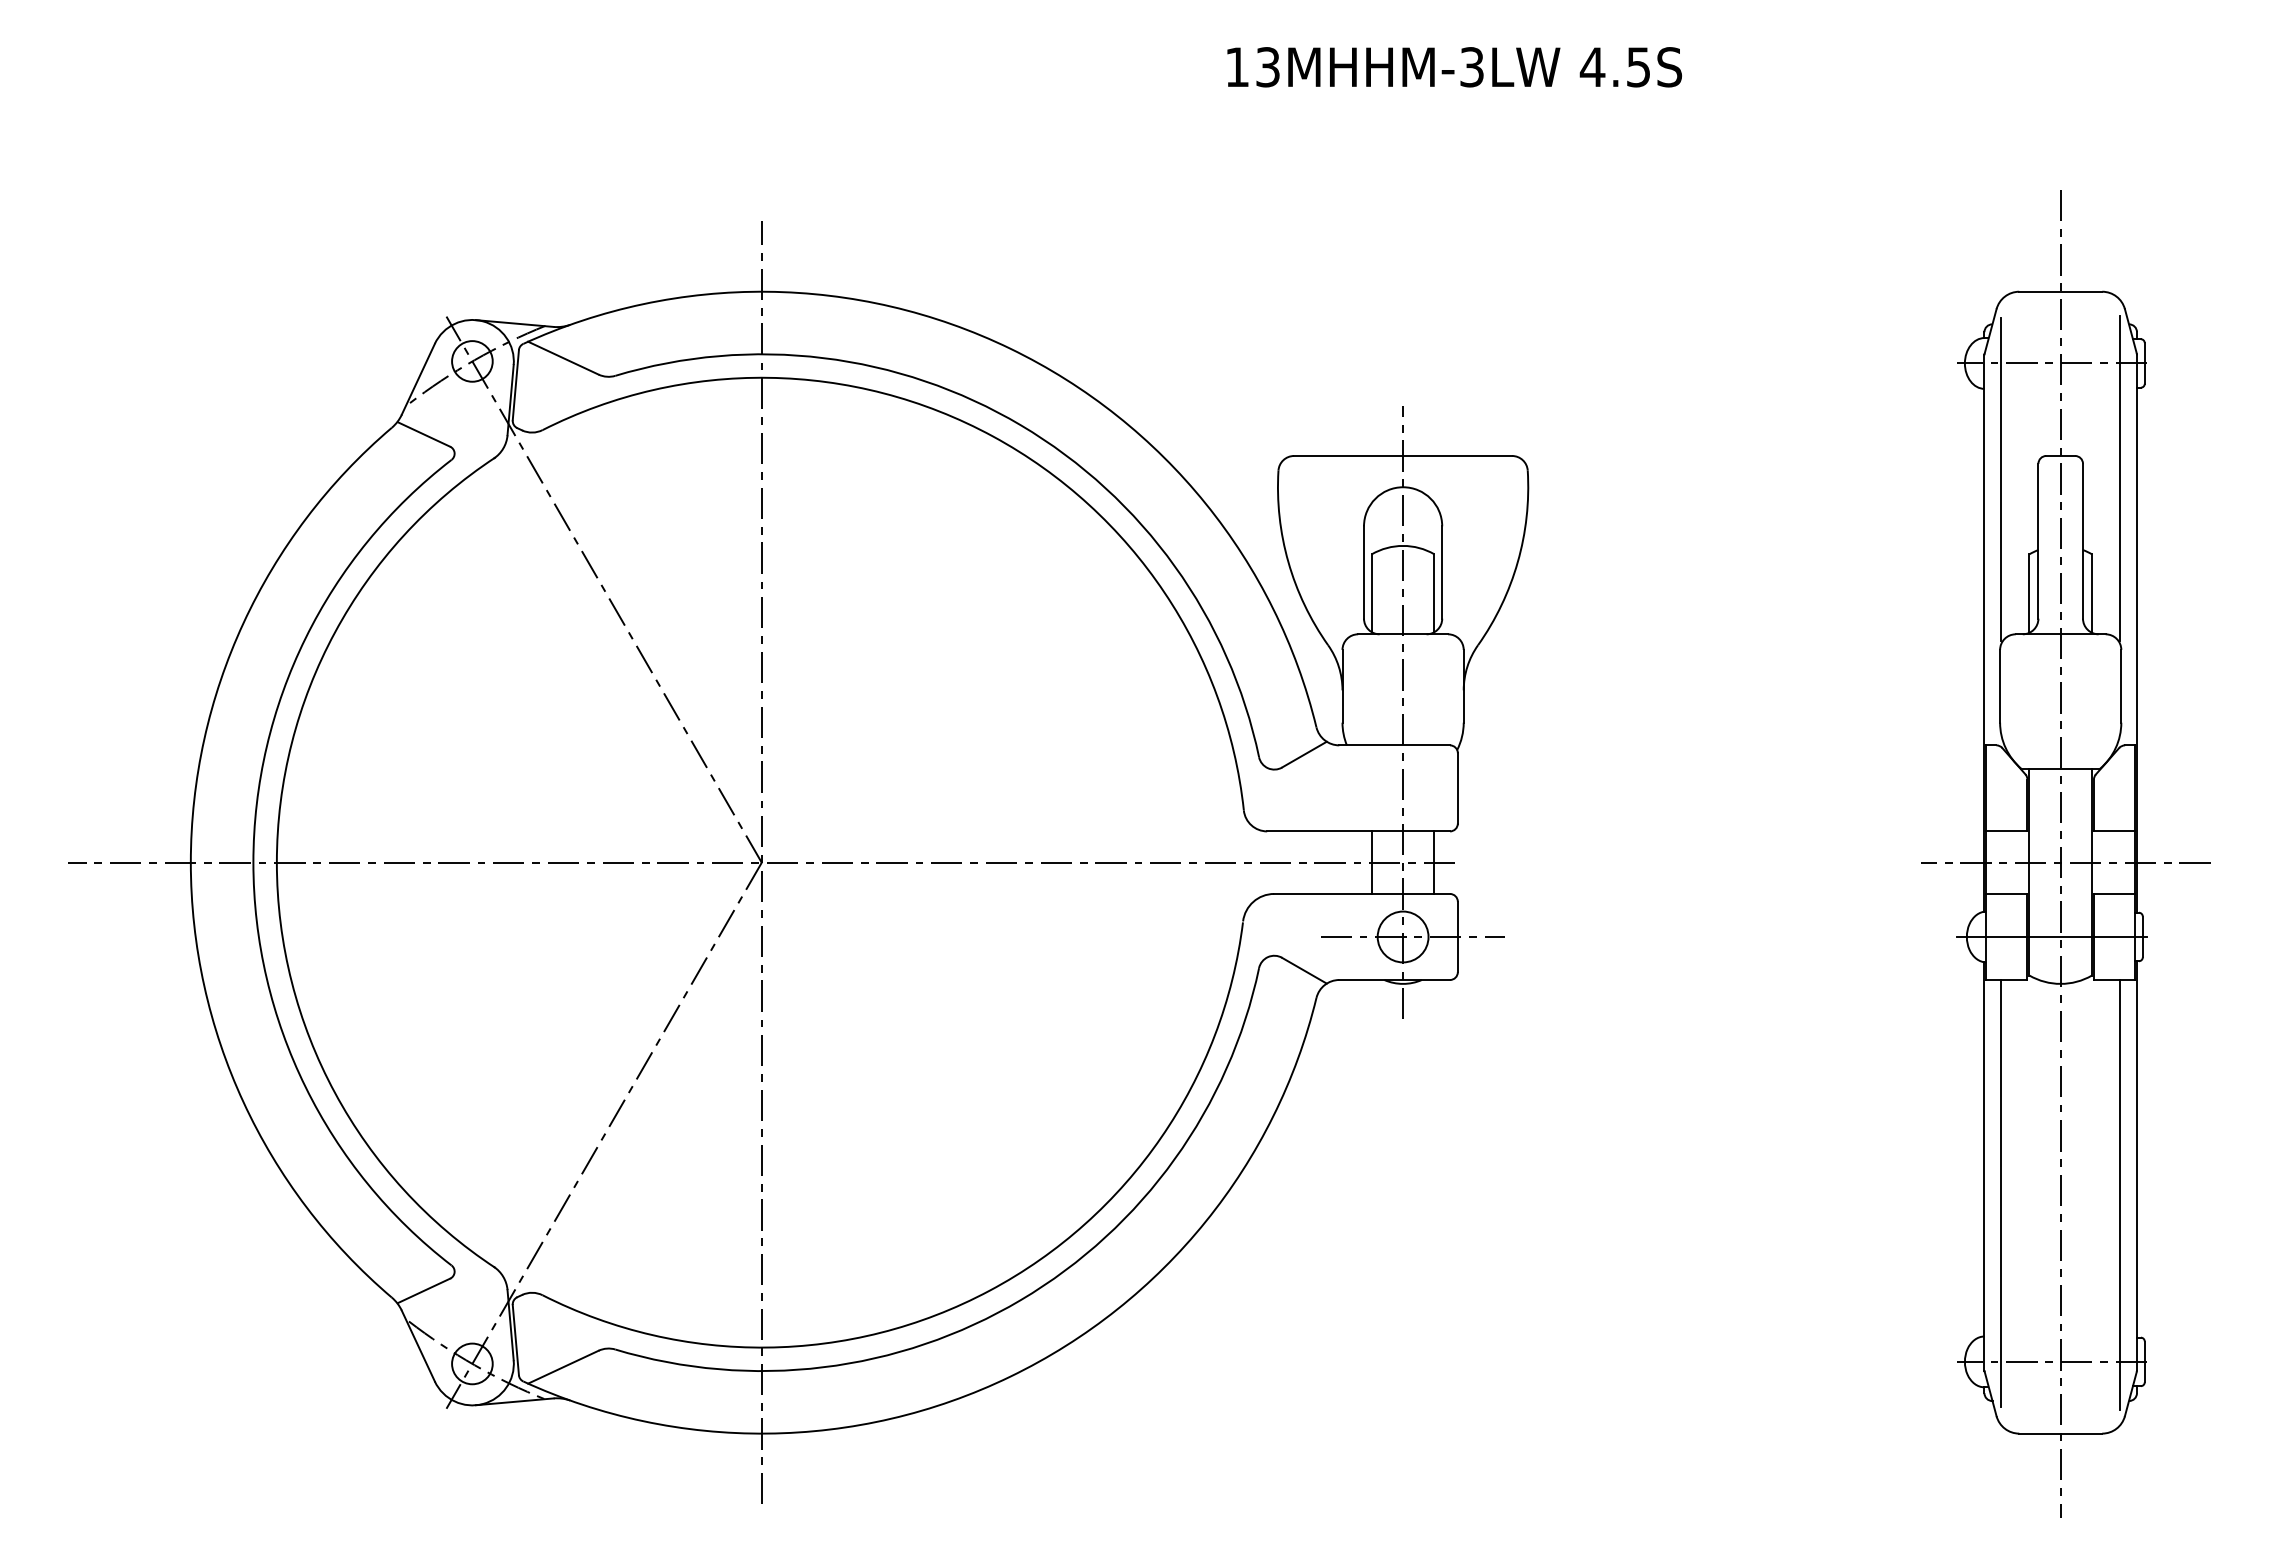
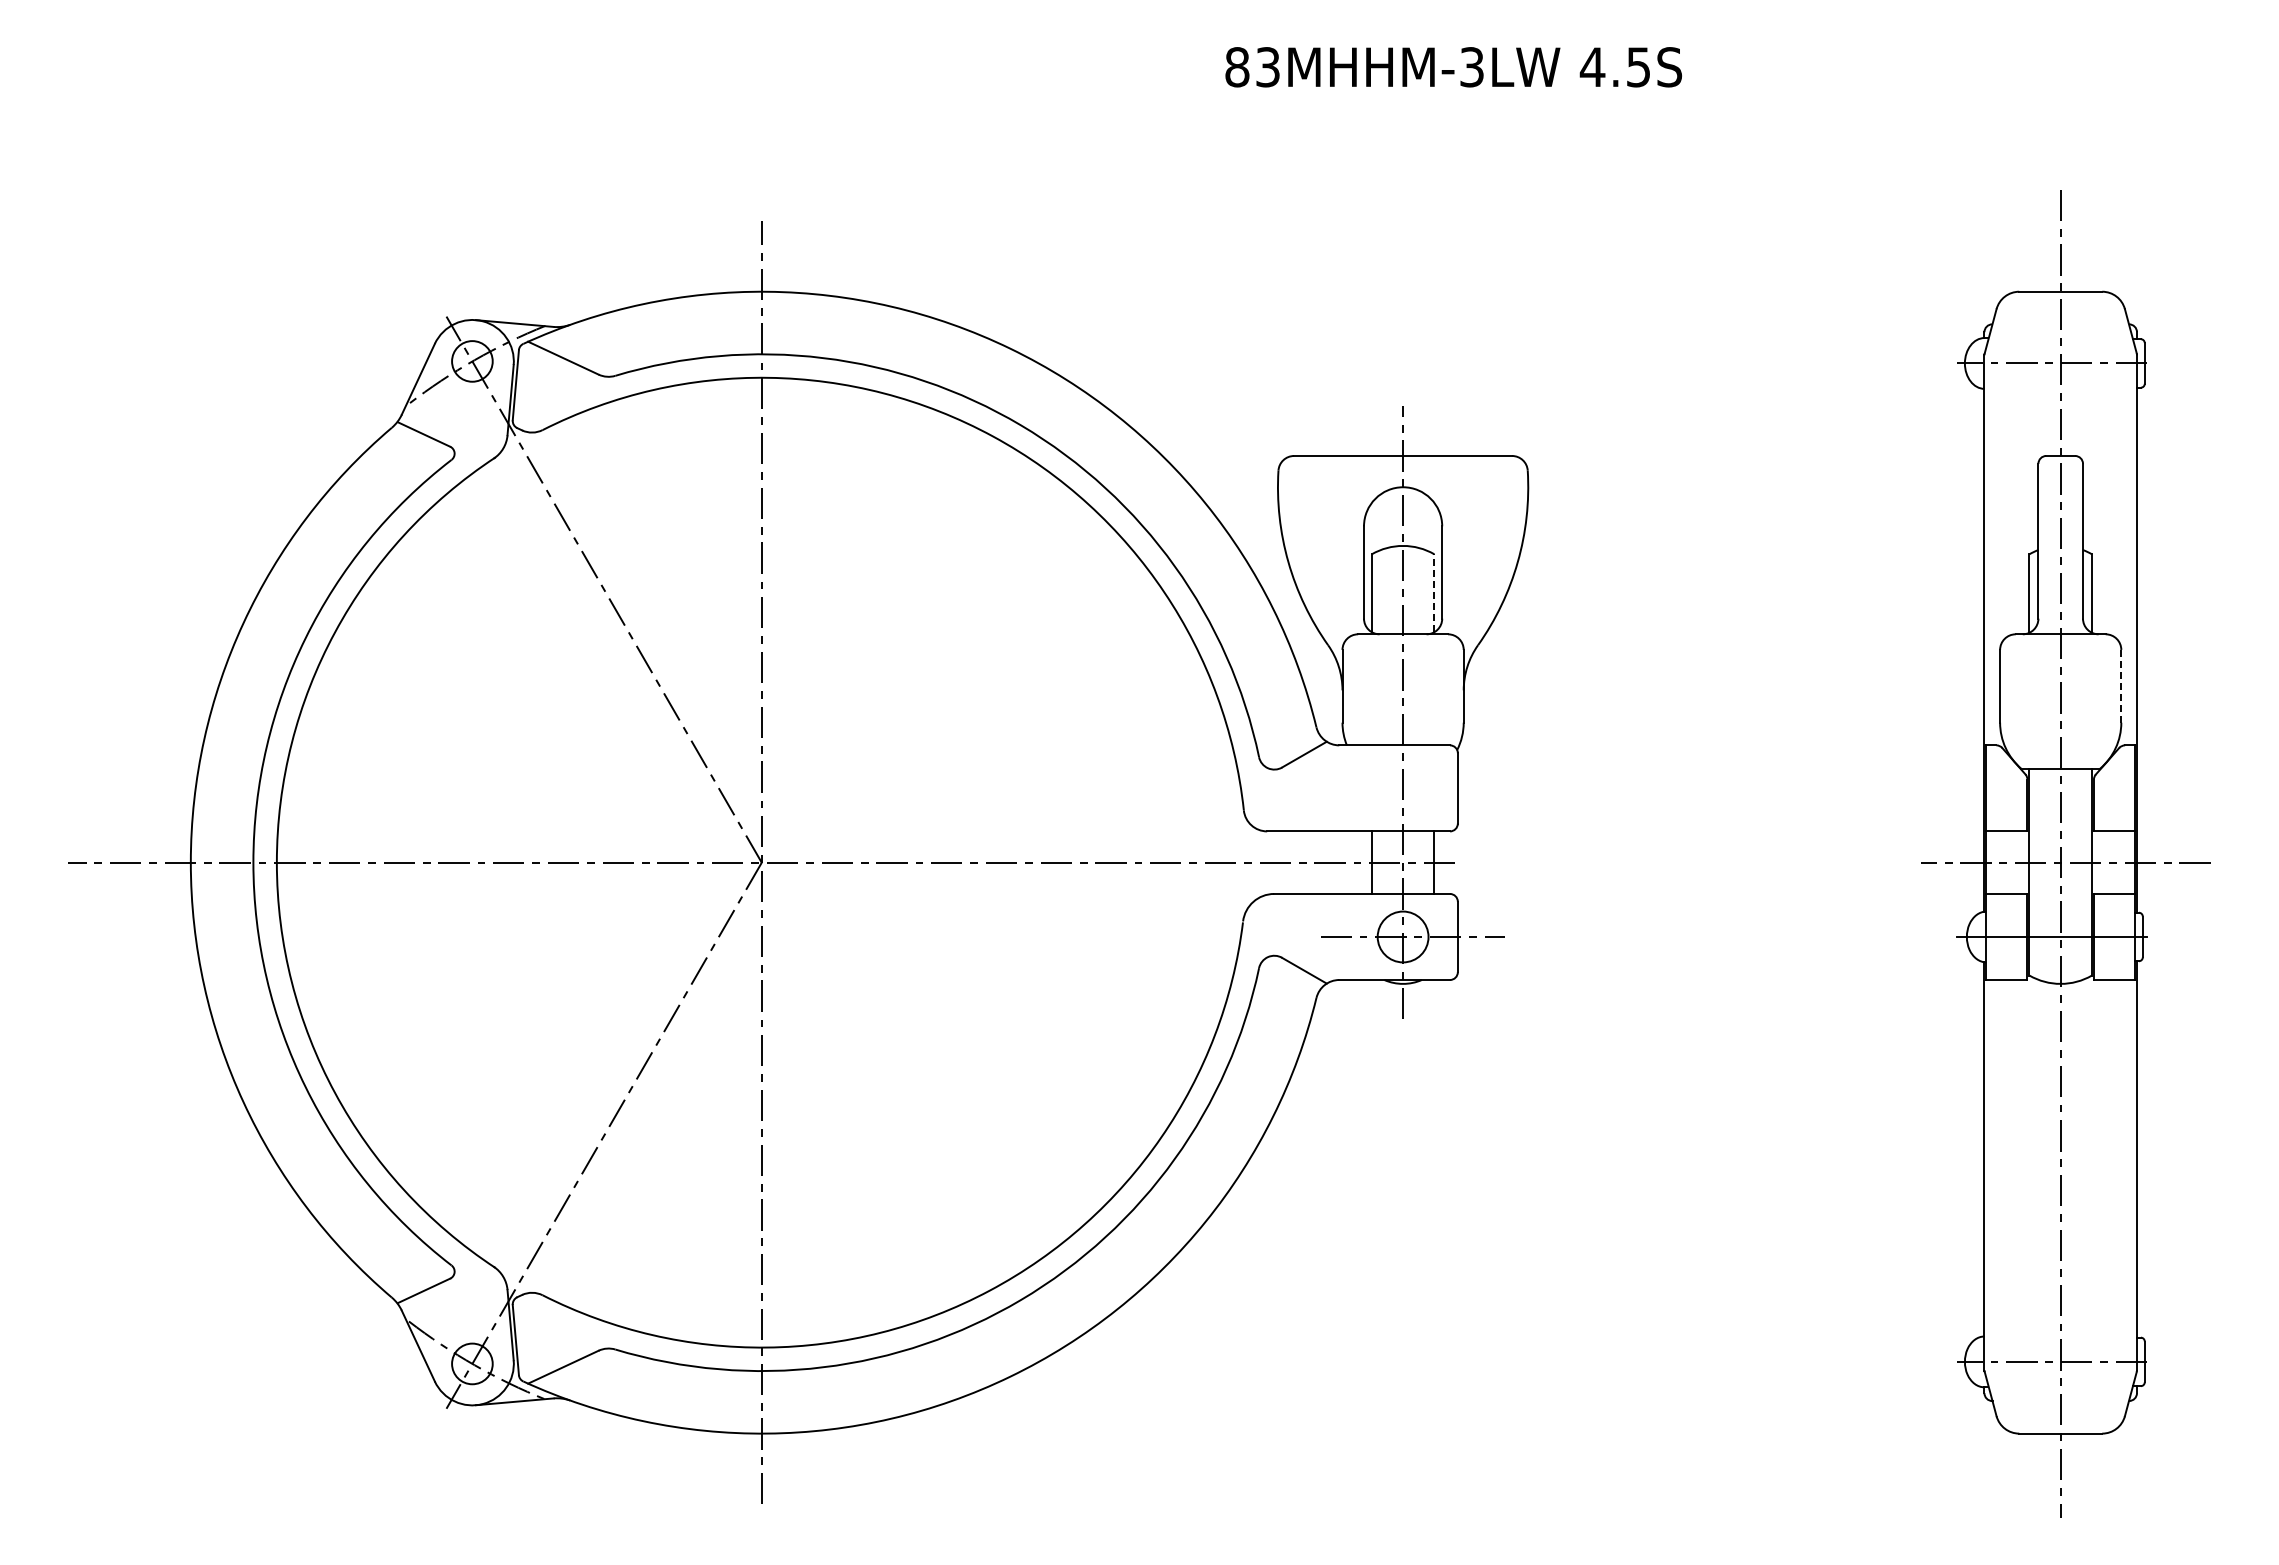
text at (1237, 67): 13MHHM-3LW -> 83MHHM-3LW
line at (2120, 477): present -> none
line at (2001, 479): present -> none
line at (1434, 593): solid -> dashed
line at (2121, 686): solid -> dashed
line at (2001, 1193): present -> none
line at (2120, 1194): present -> none
